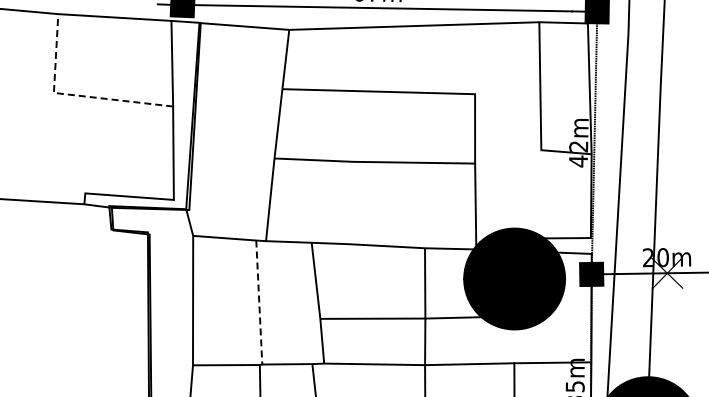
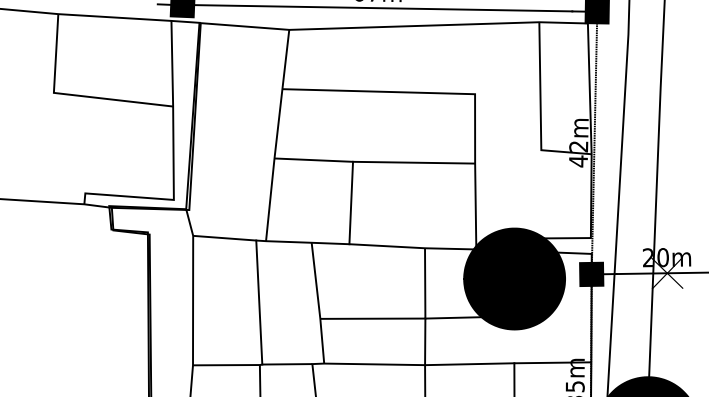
line at (73, 95): dashed -> solid
line at (351, 202): none -> present
line at (259, 303): dashed -> solid
